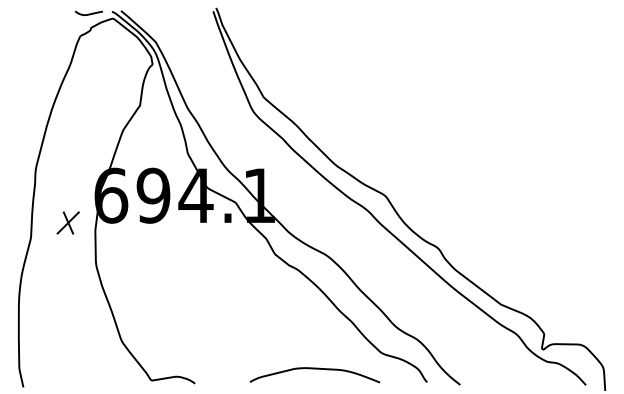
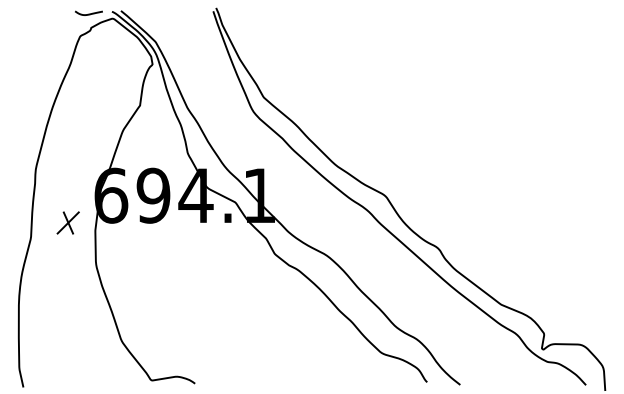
curve at (314, 369): present -> none
